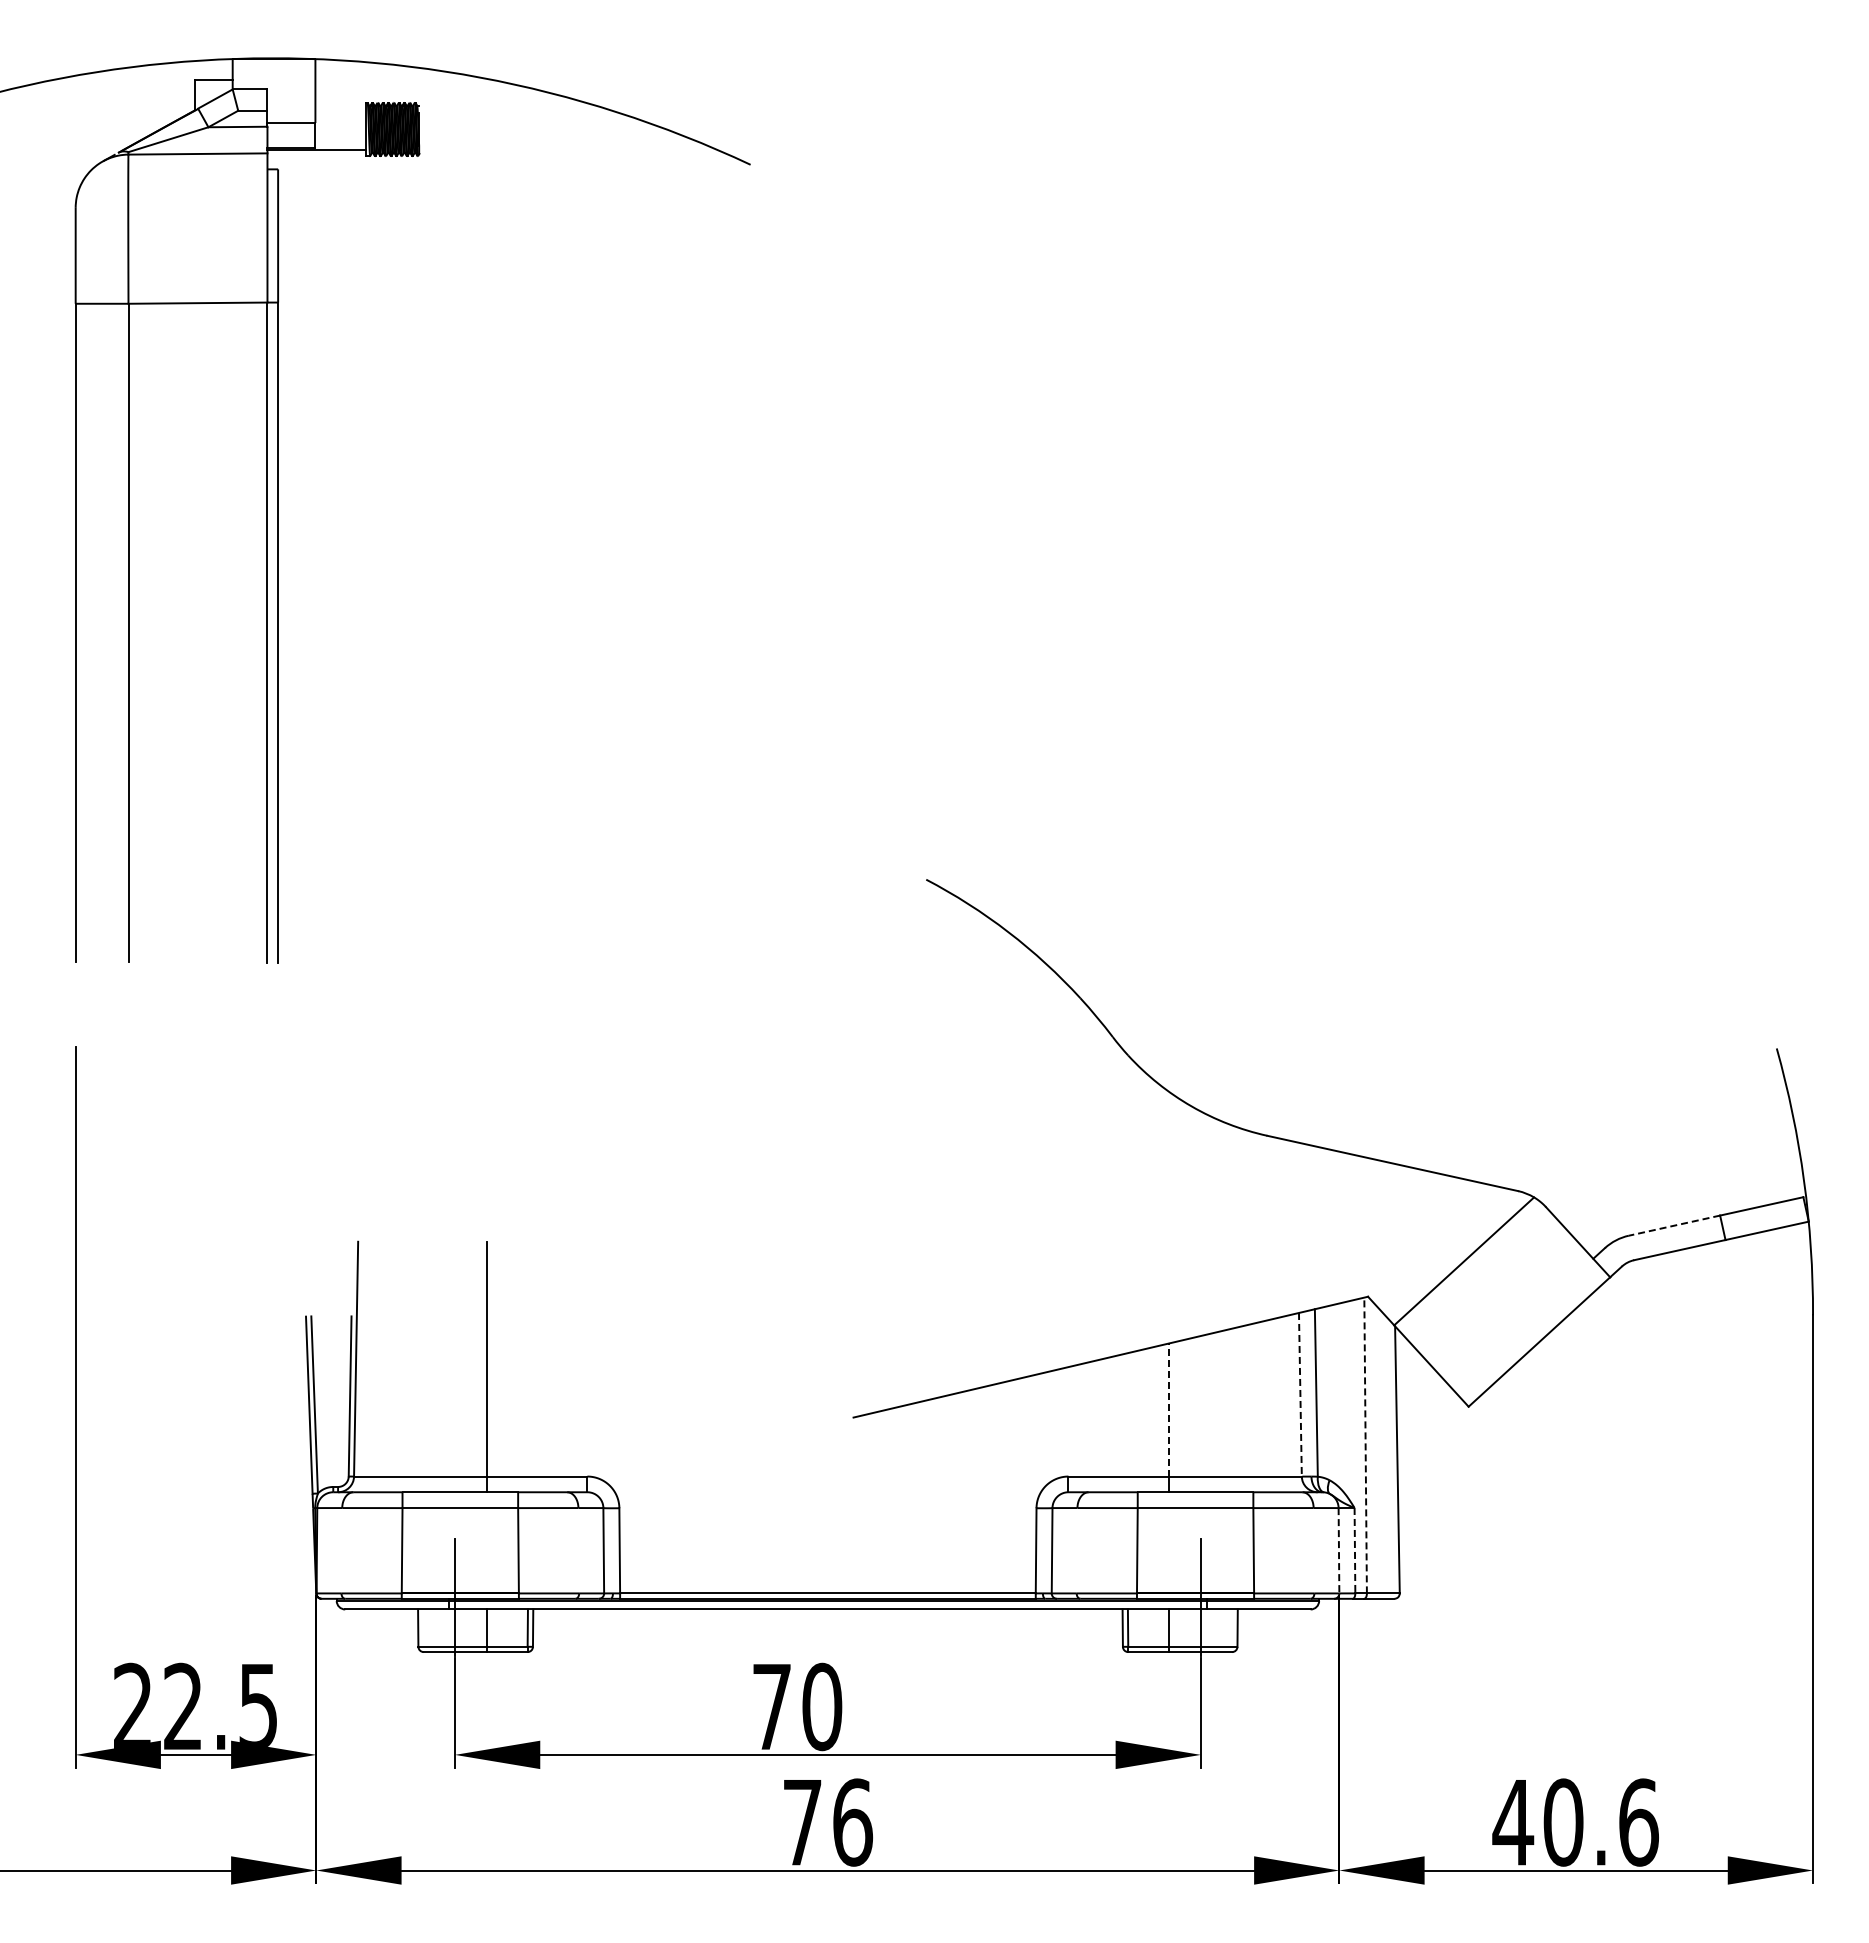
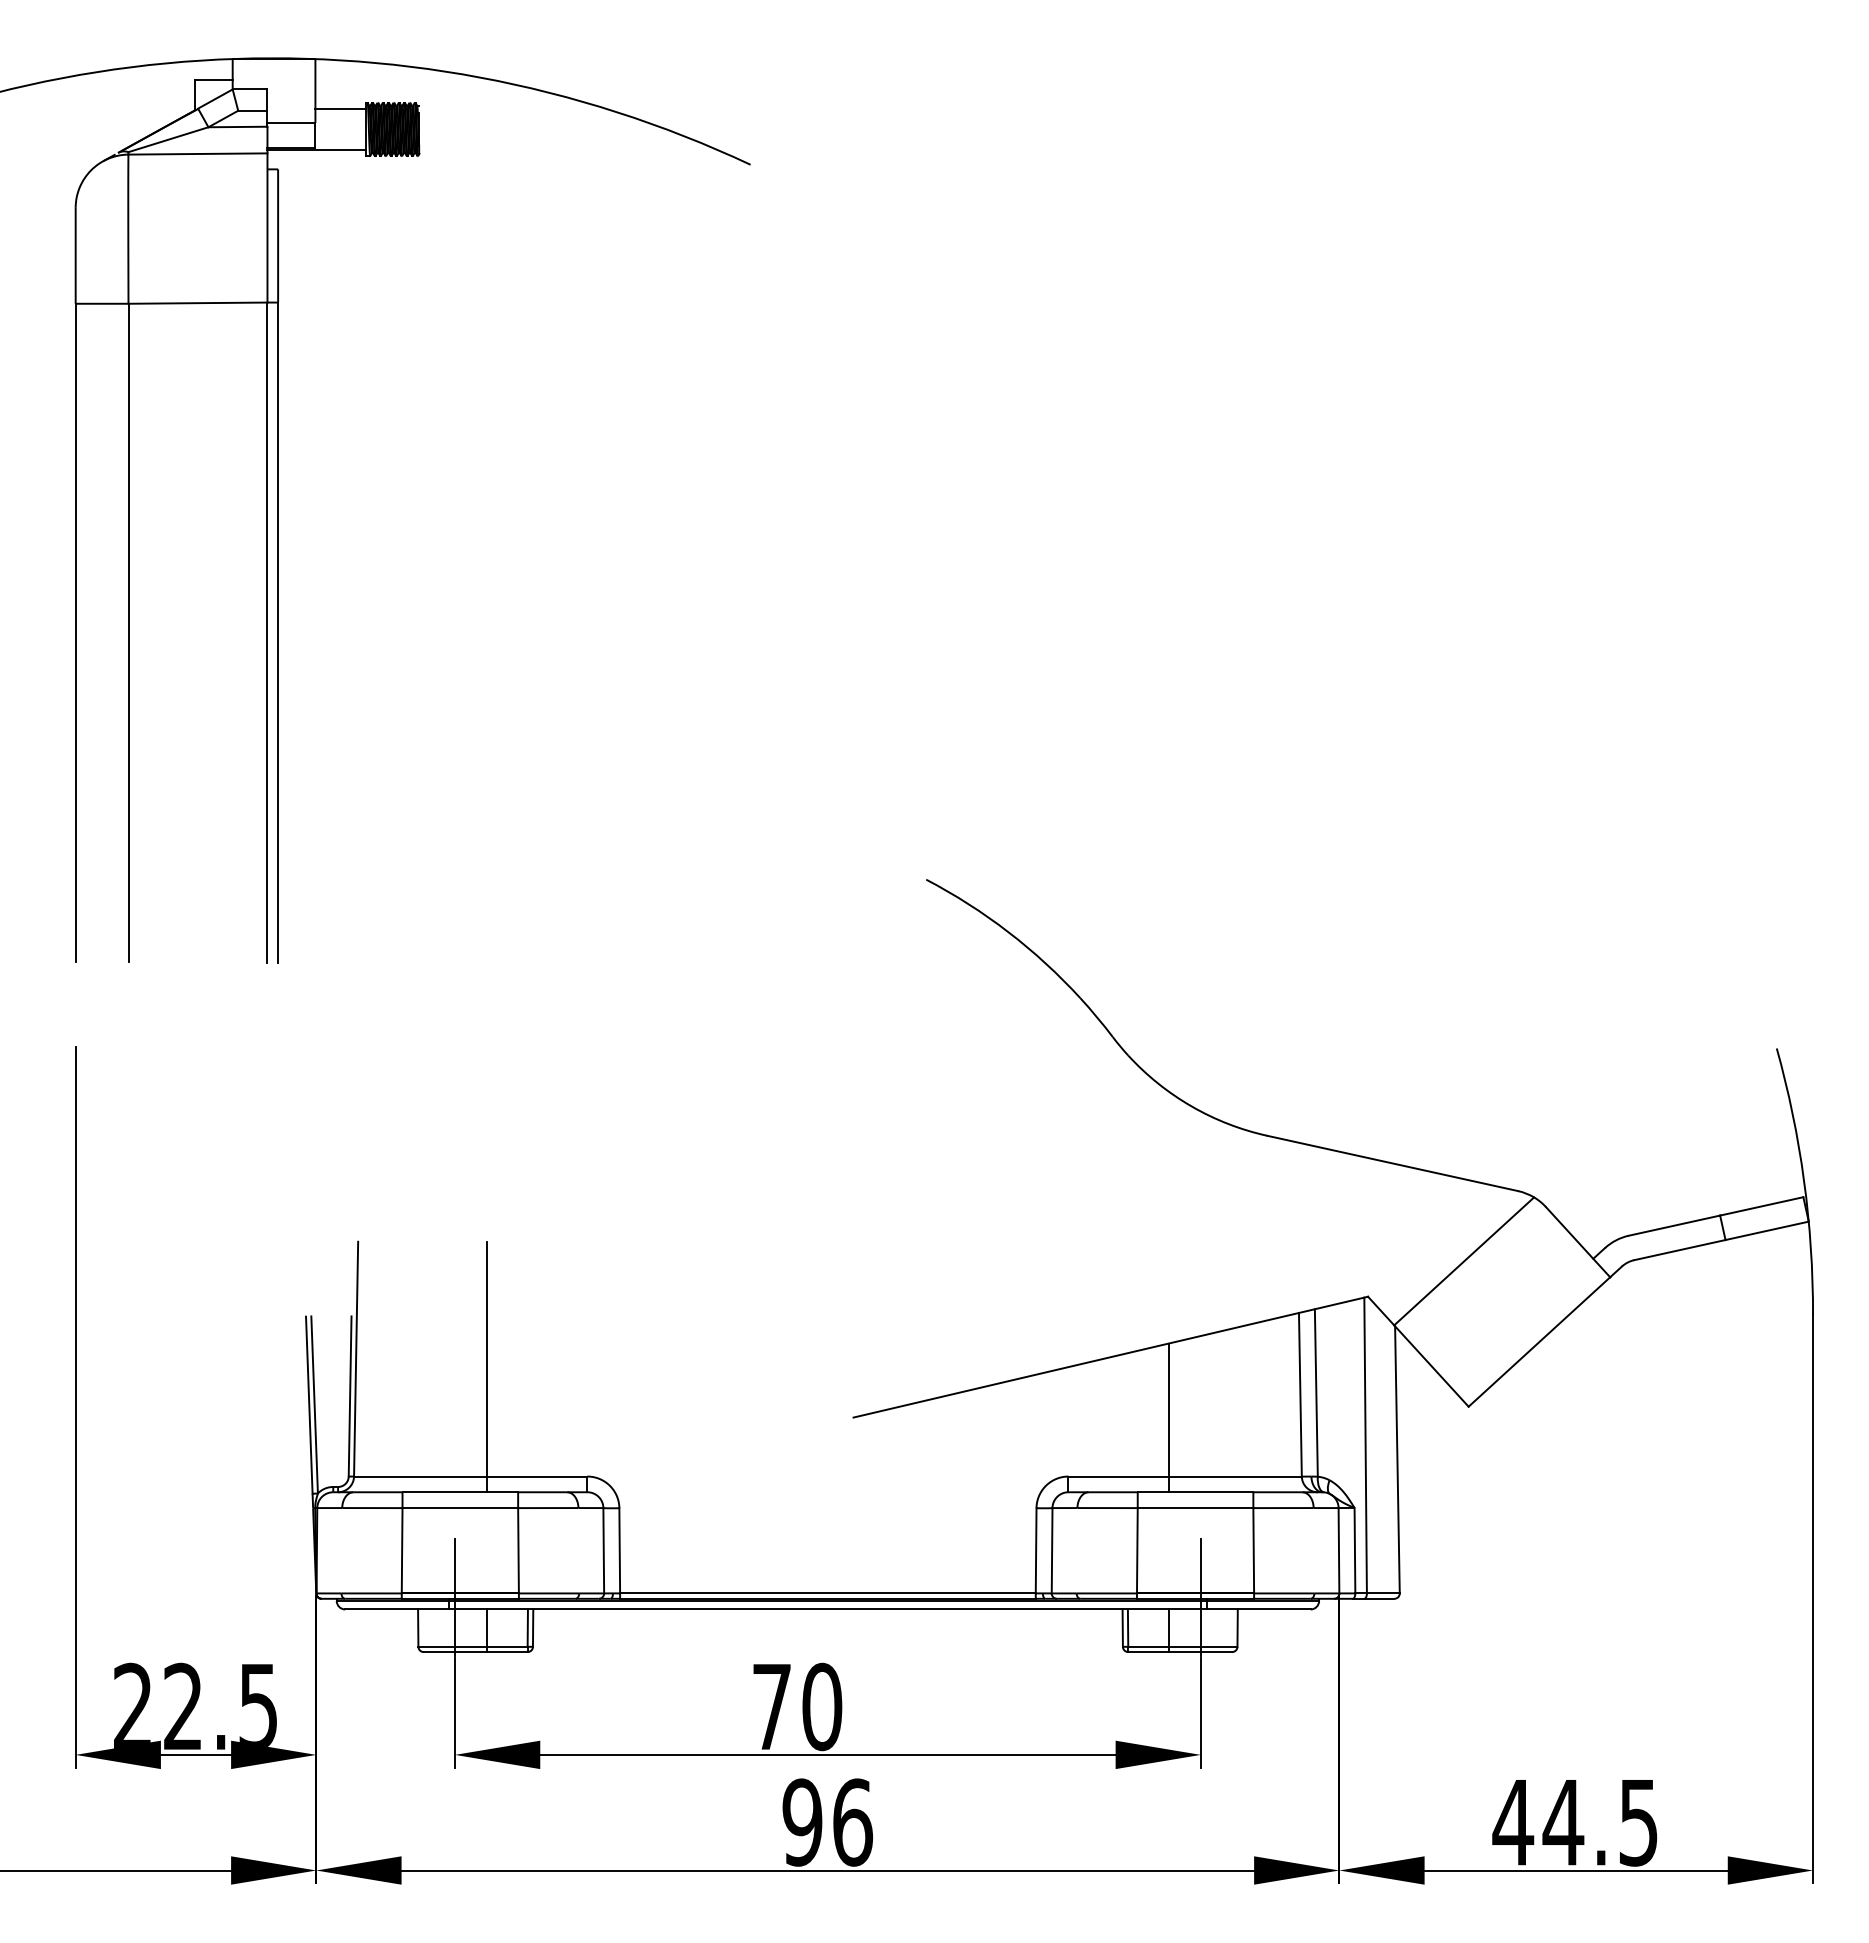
line at (340, 109): none -> present
line at (1674, 1225): dashed -> solid
line at (1300, 1394): dashed -> solid
line at (1168, 1410): dashed -> solid
line at (1365, 1445): dashed -> solid
line at (1338, 1550): dashed -> solid
line at (1354, 1550): dashed -> solid
text at (802, 1822): 76 -> 96
text at (1600, 1822): 40.6 -> 44.5
